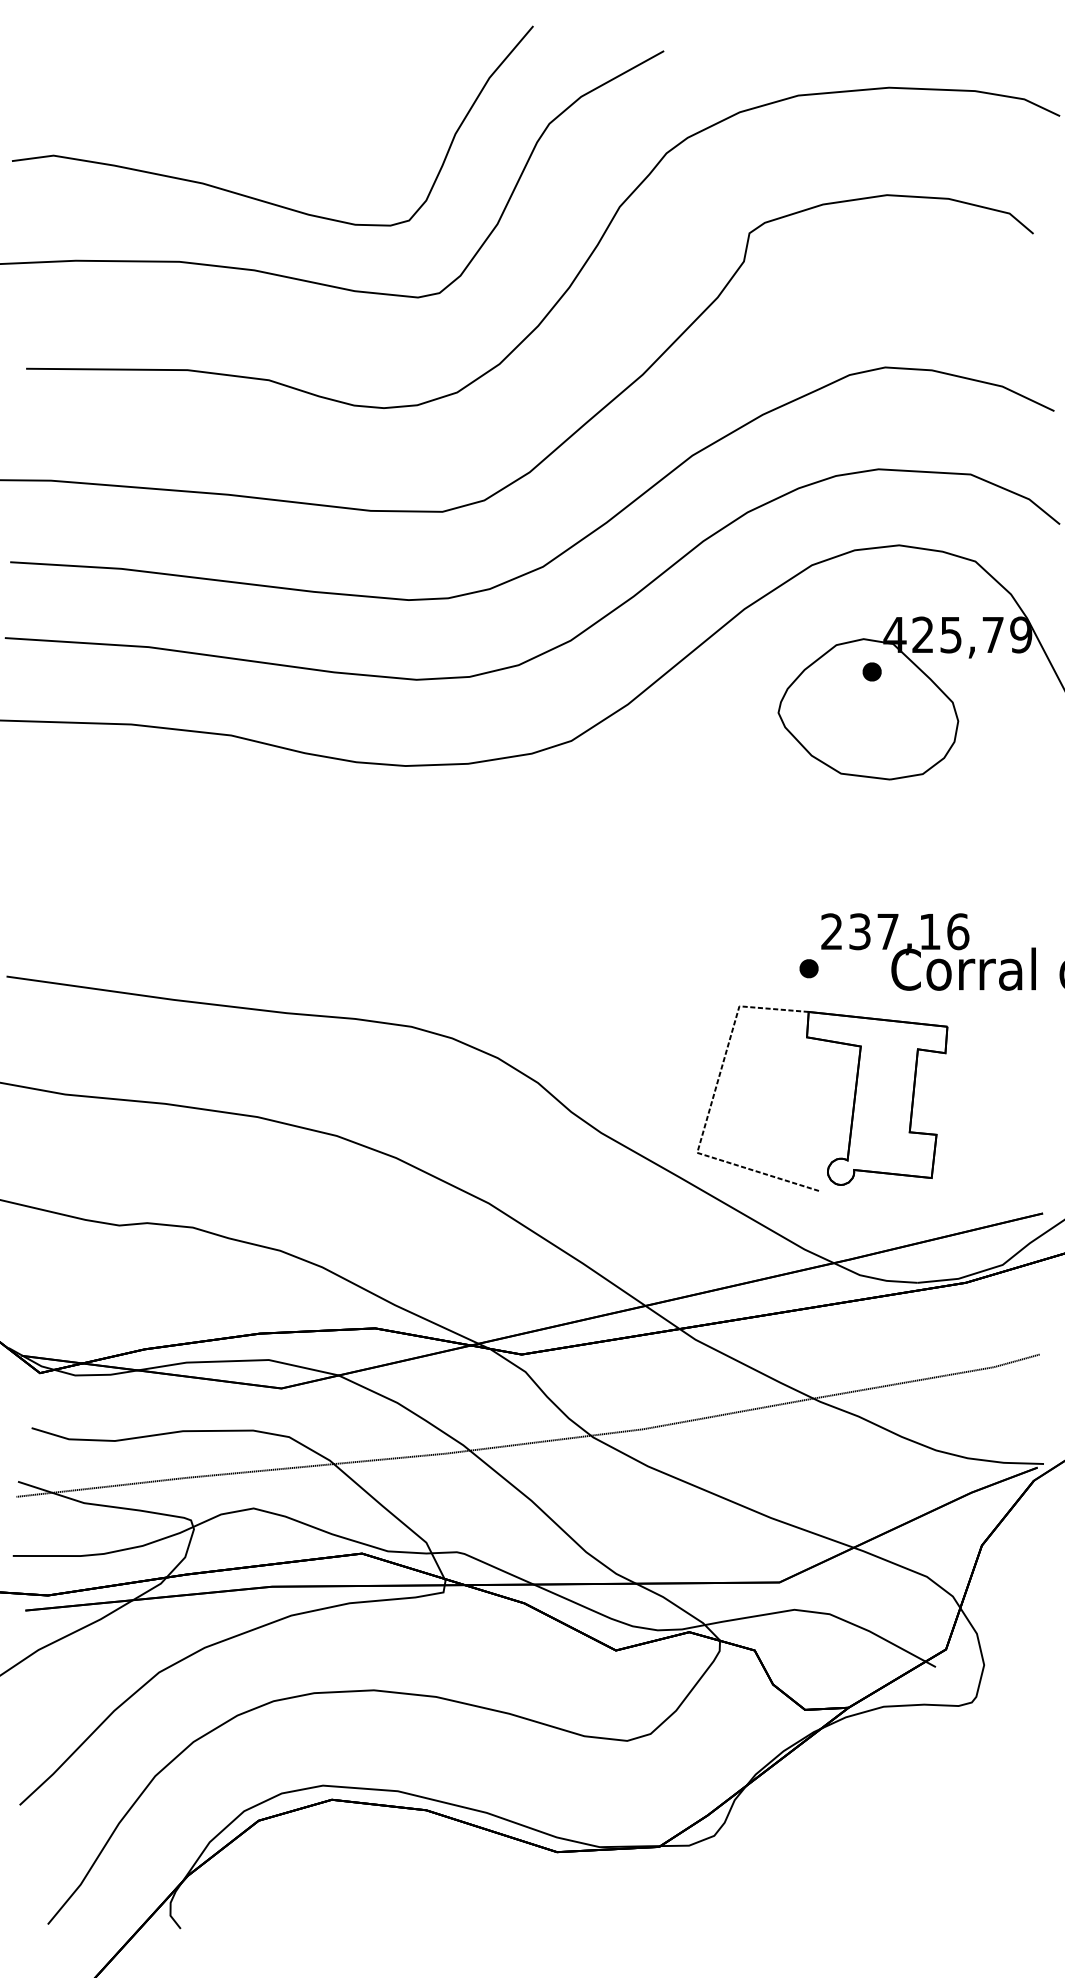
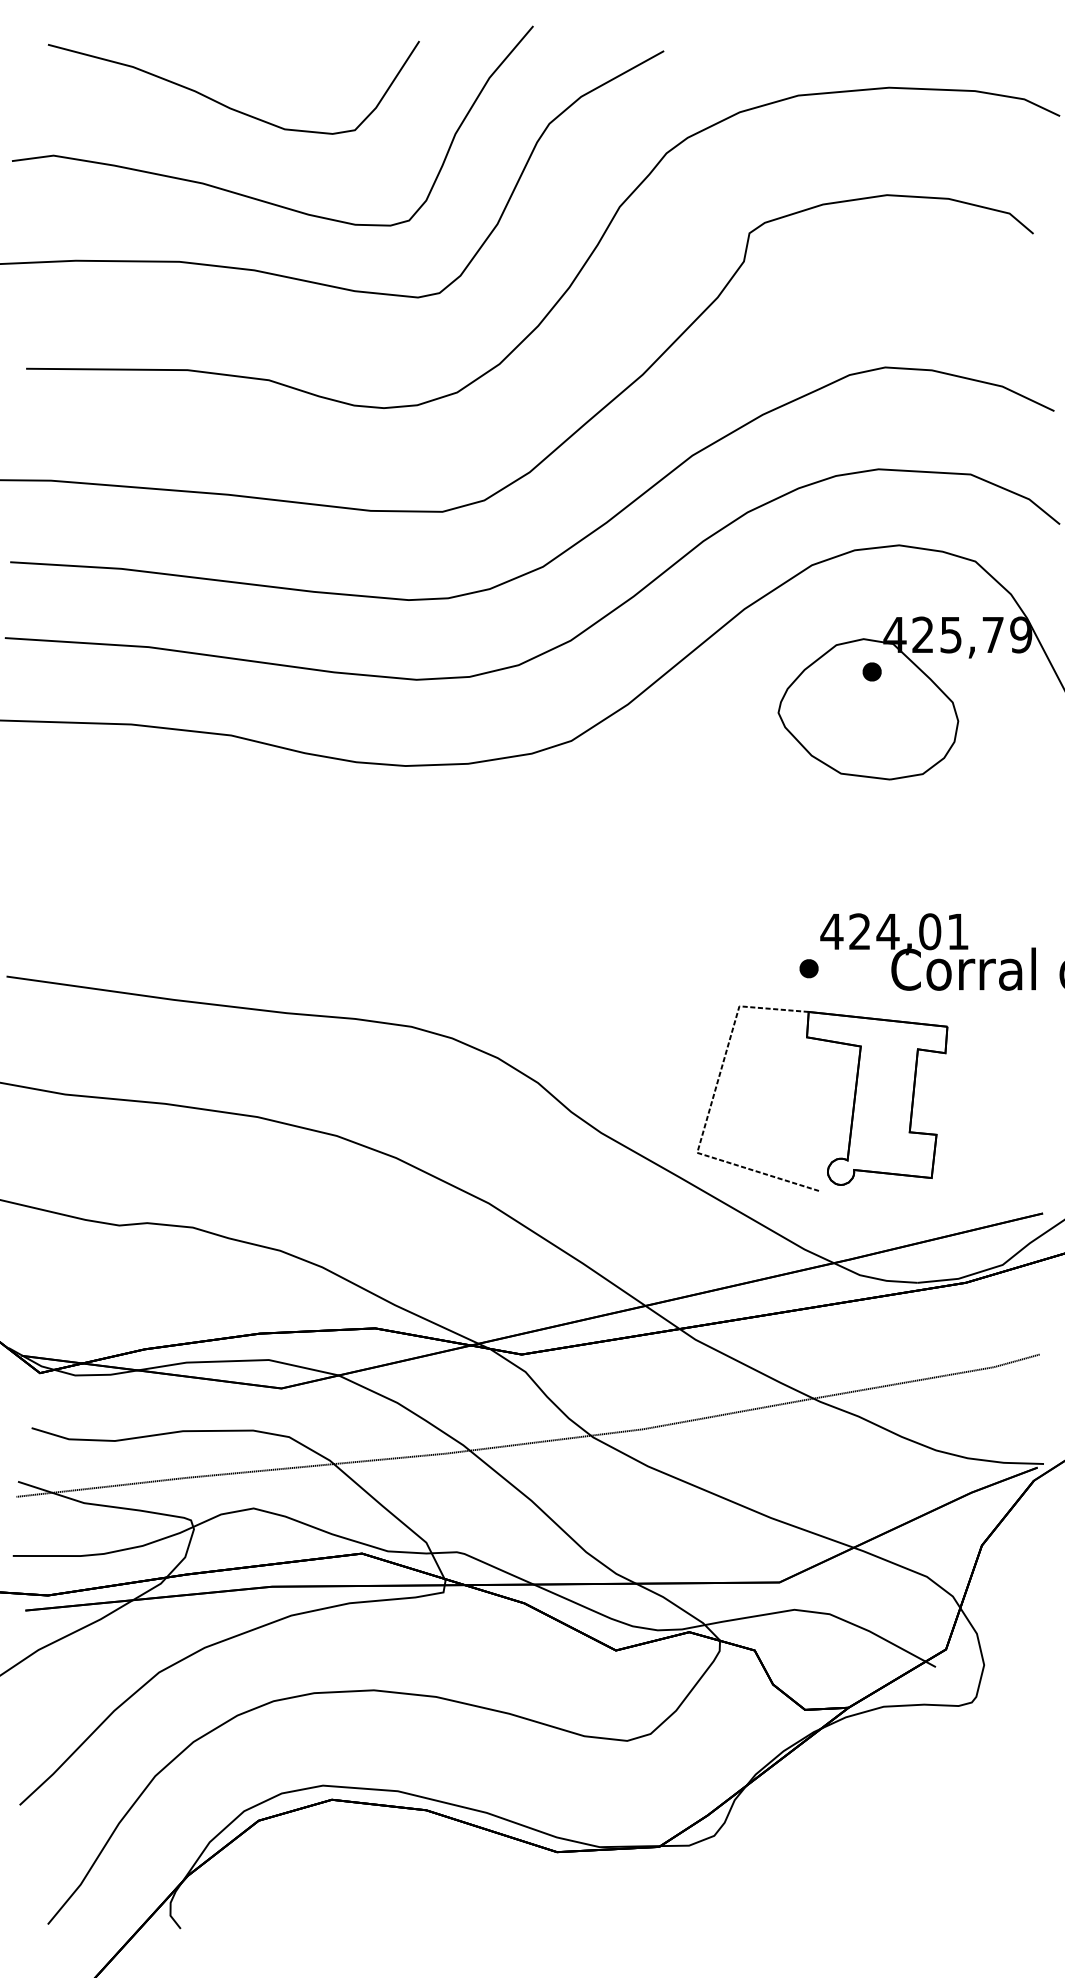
part at (224, 104): none -> present
text at (894, 931): 237,16 -> 424,01
